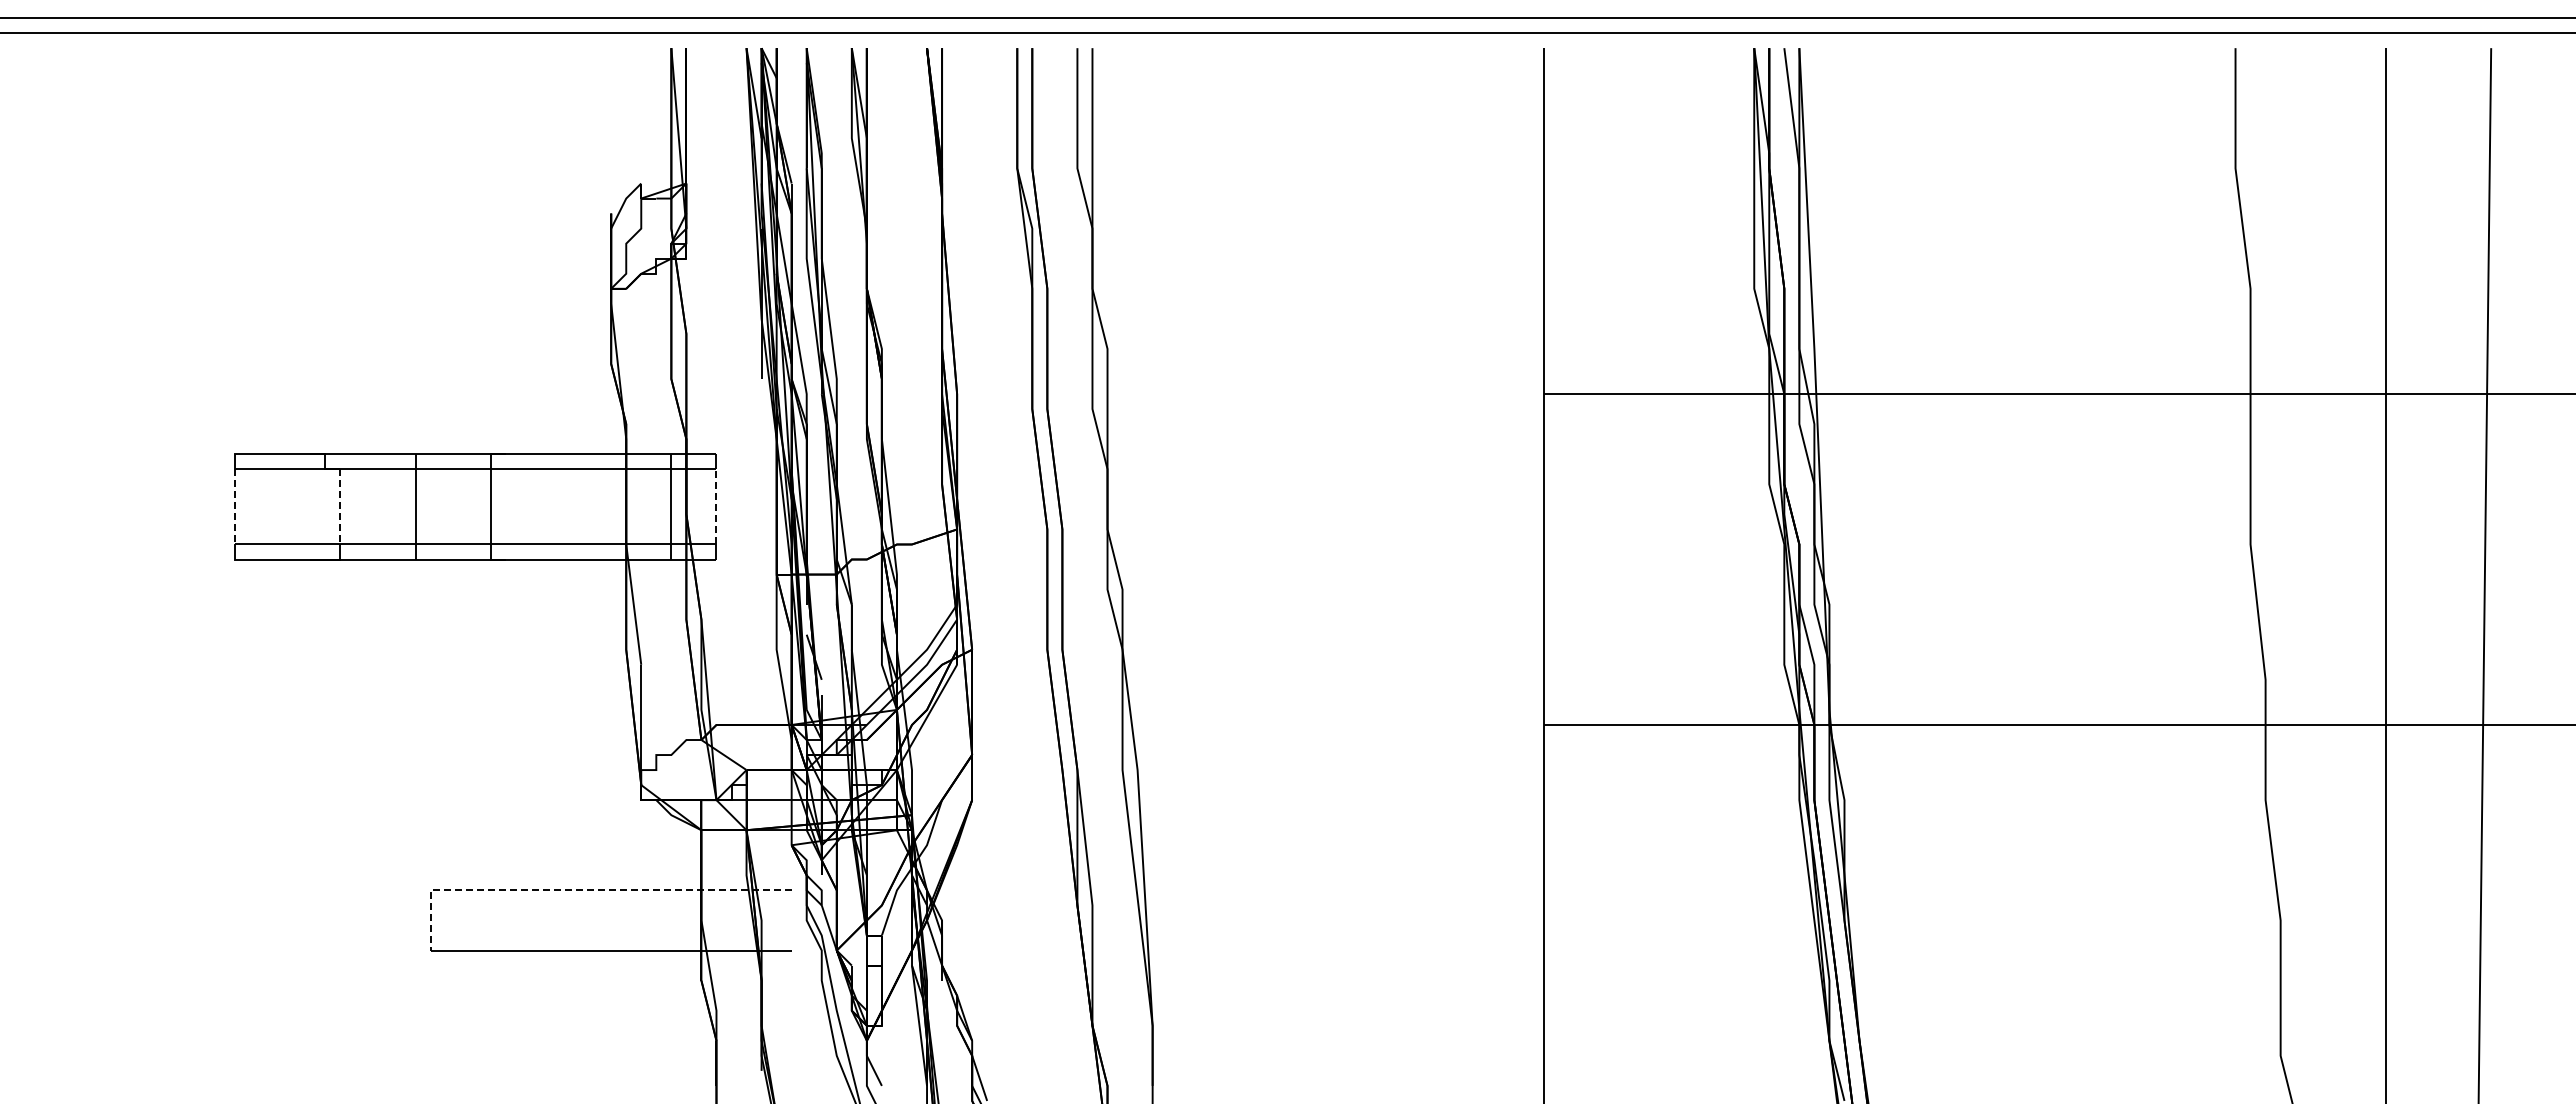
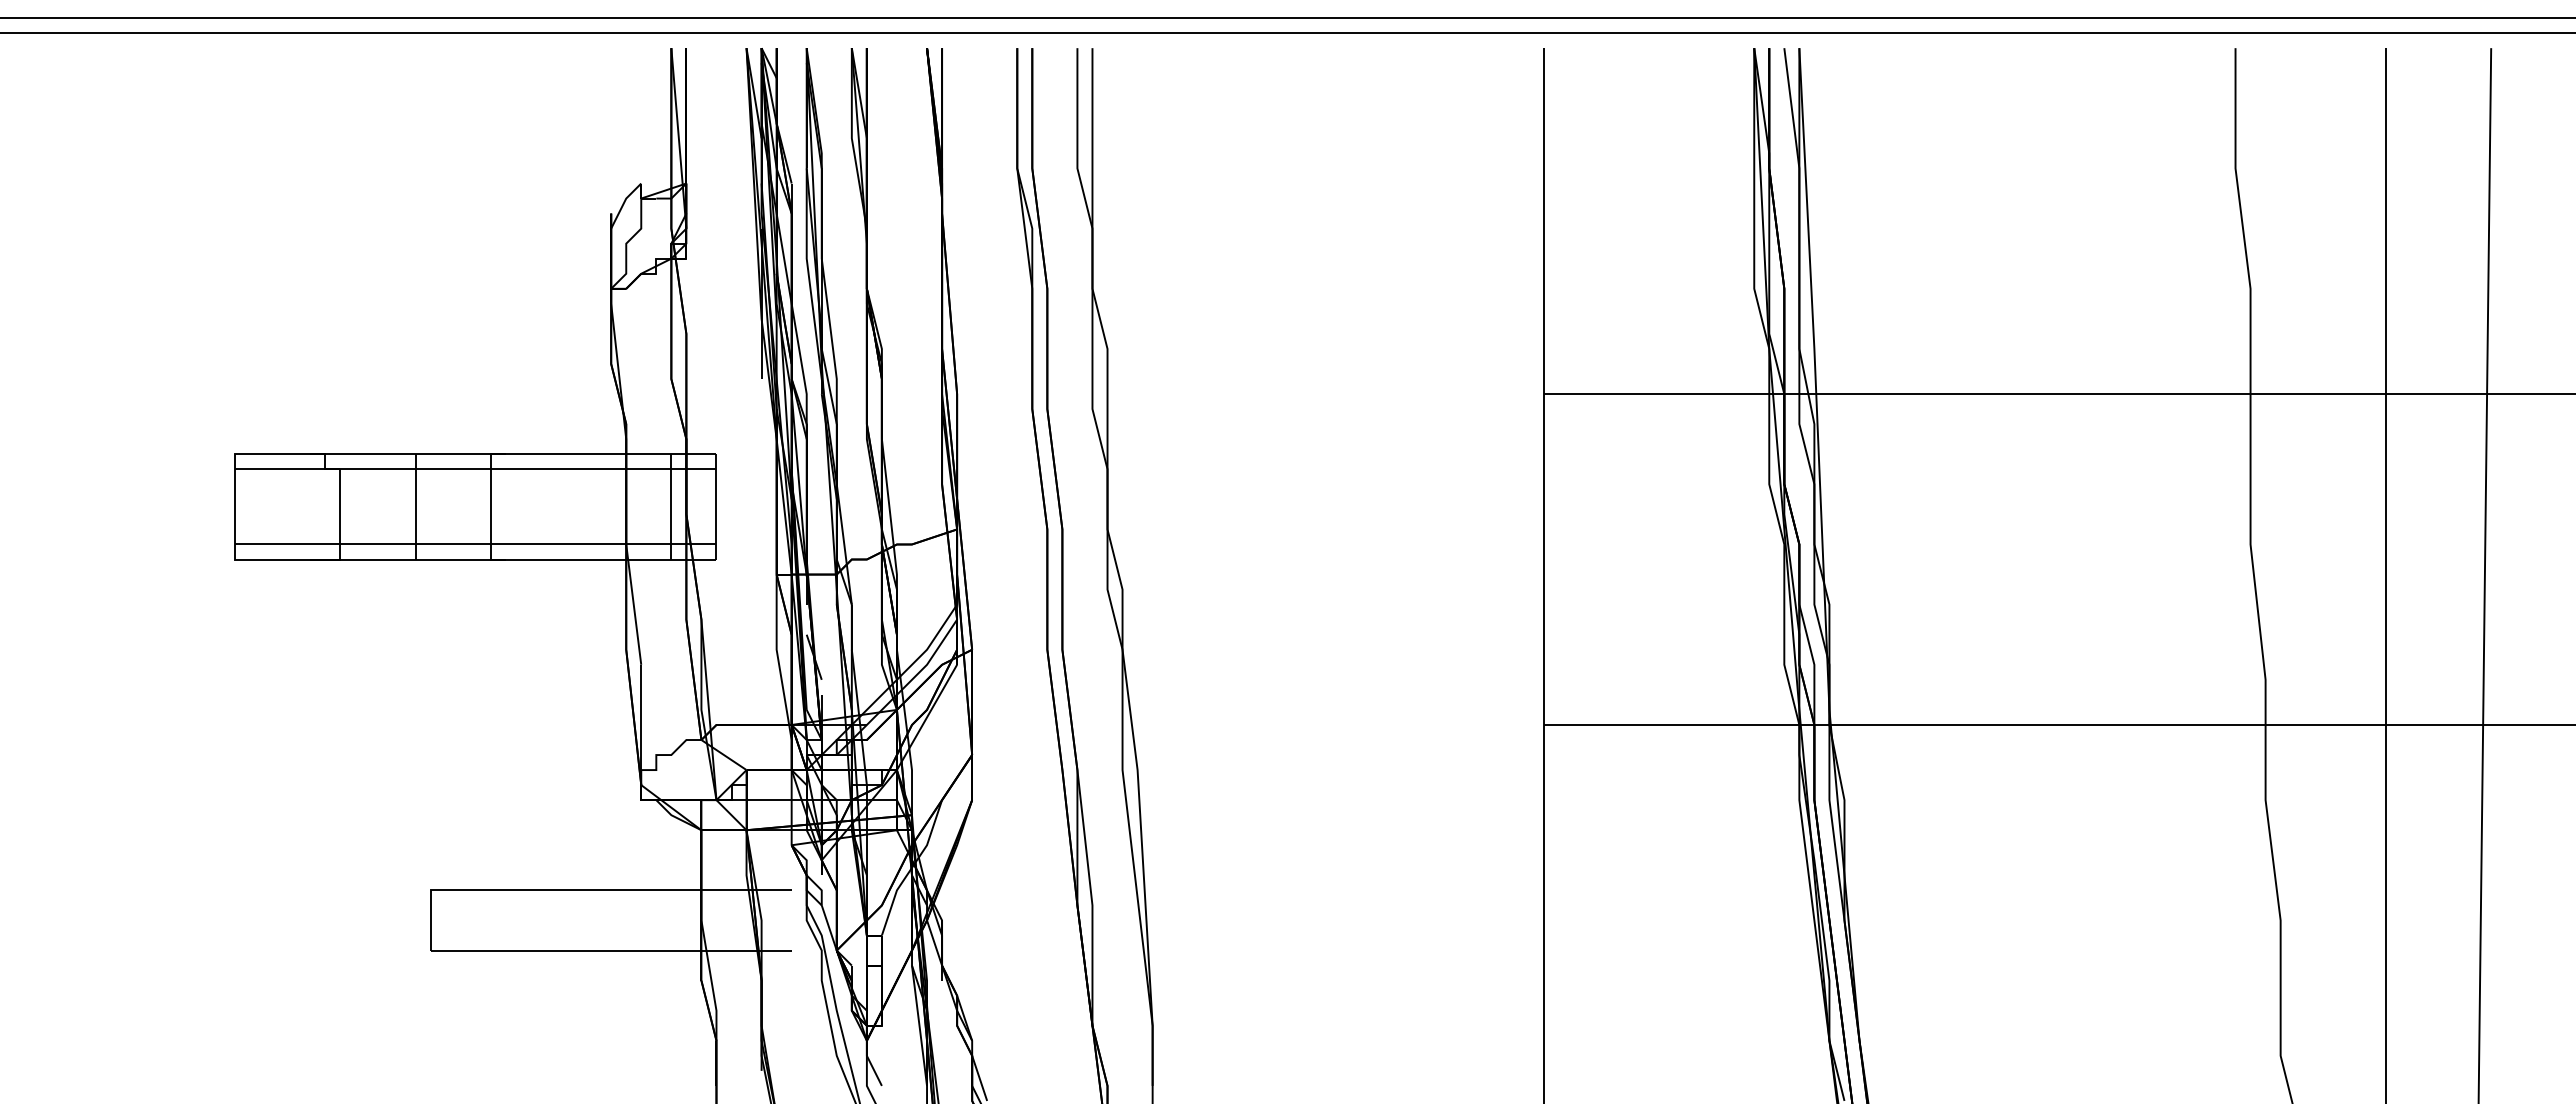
line at (235, 506): dashed -> solid
line at (340, 506): dashed -> solid
line at (716, 506): dashed -> solid
line at (579, 890): dashed -> solid
